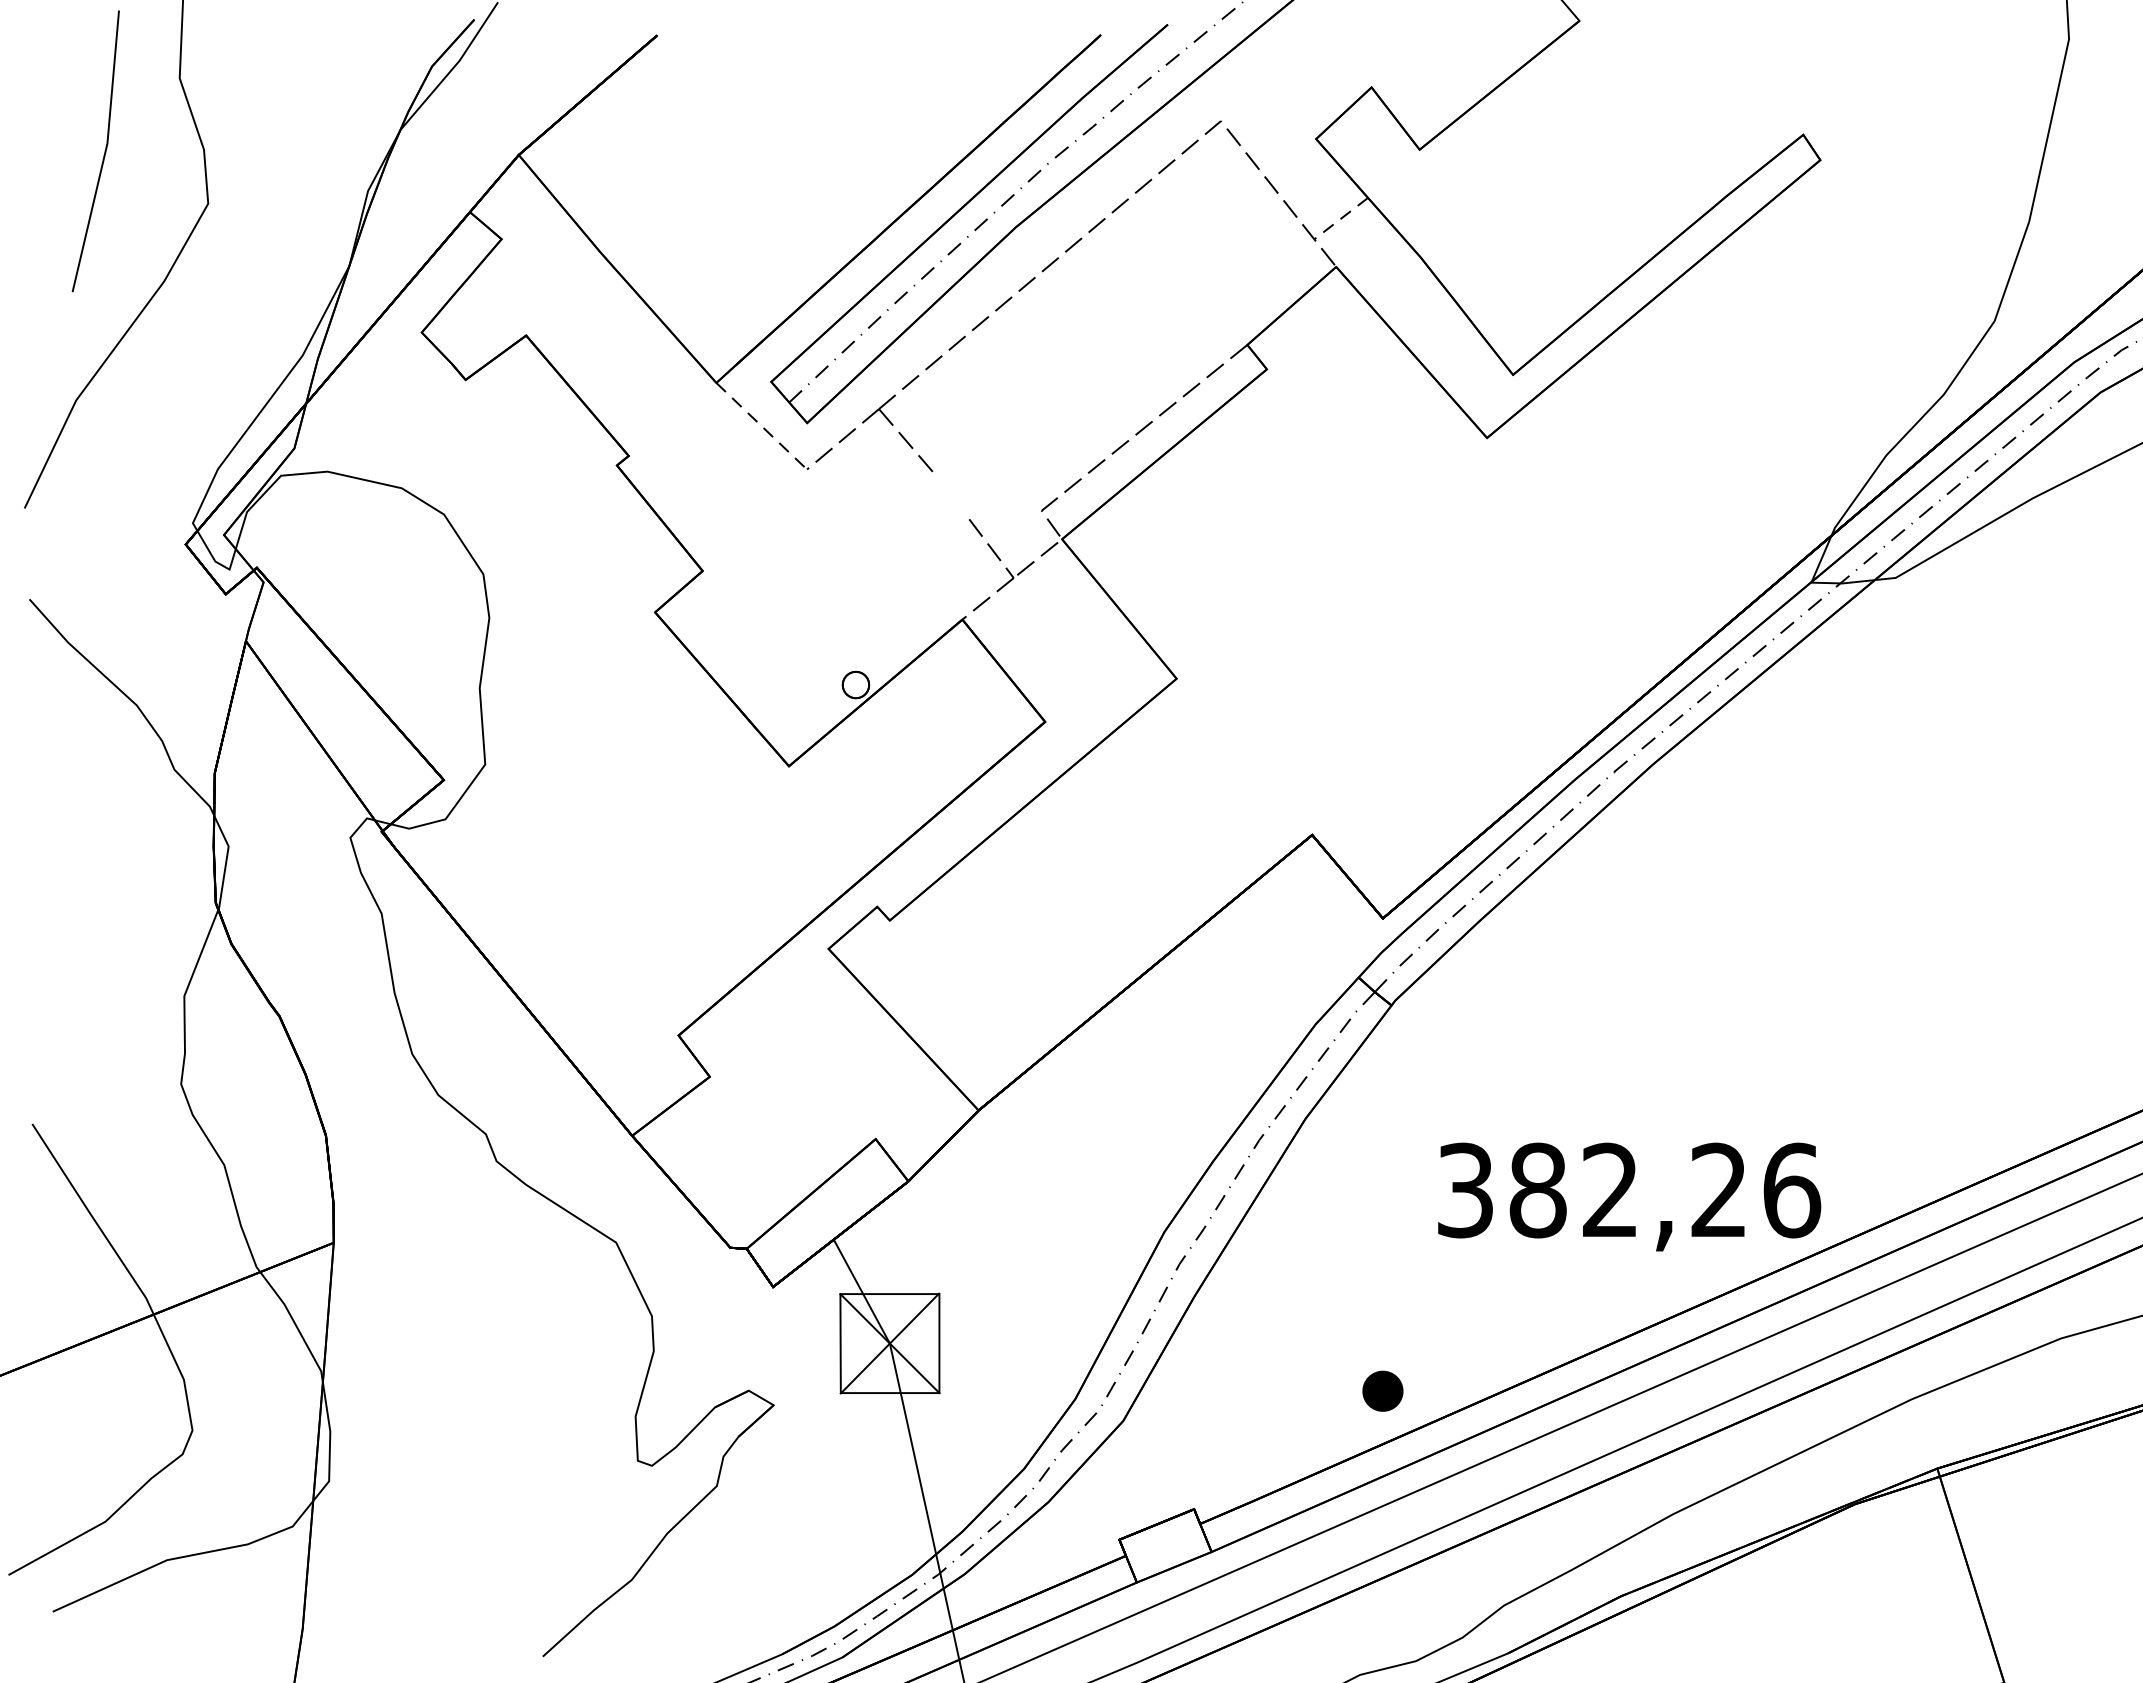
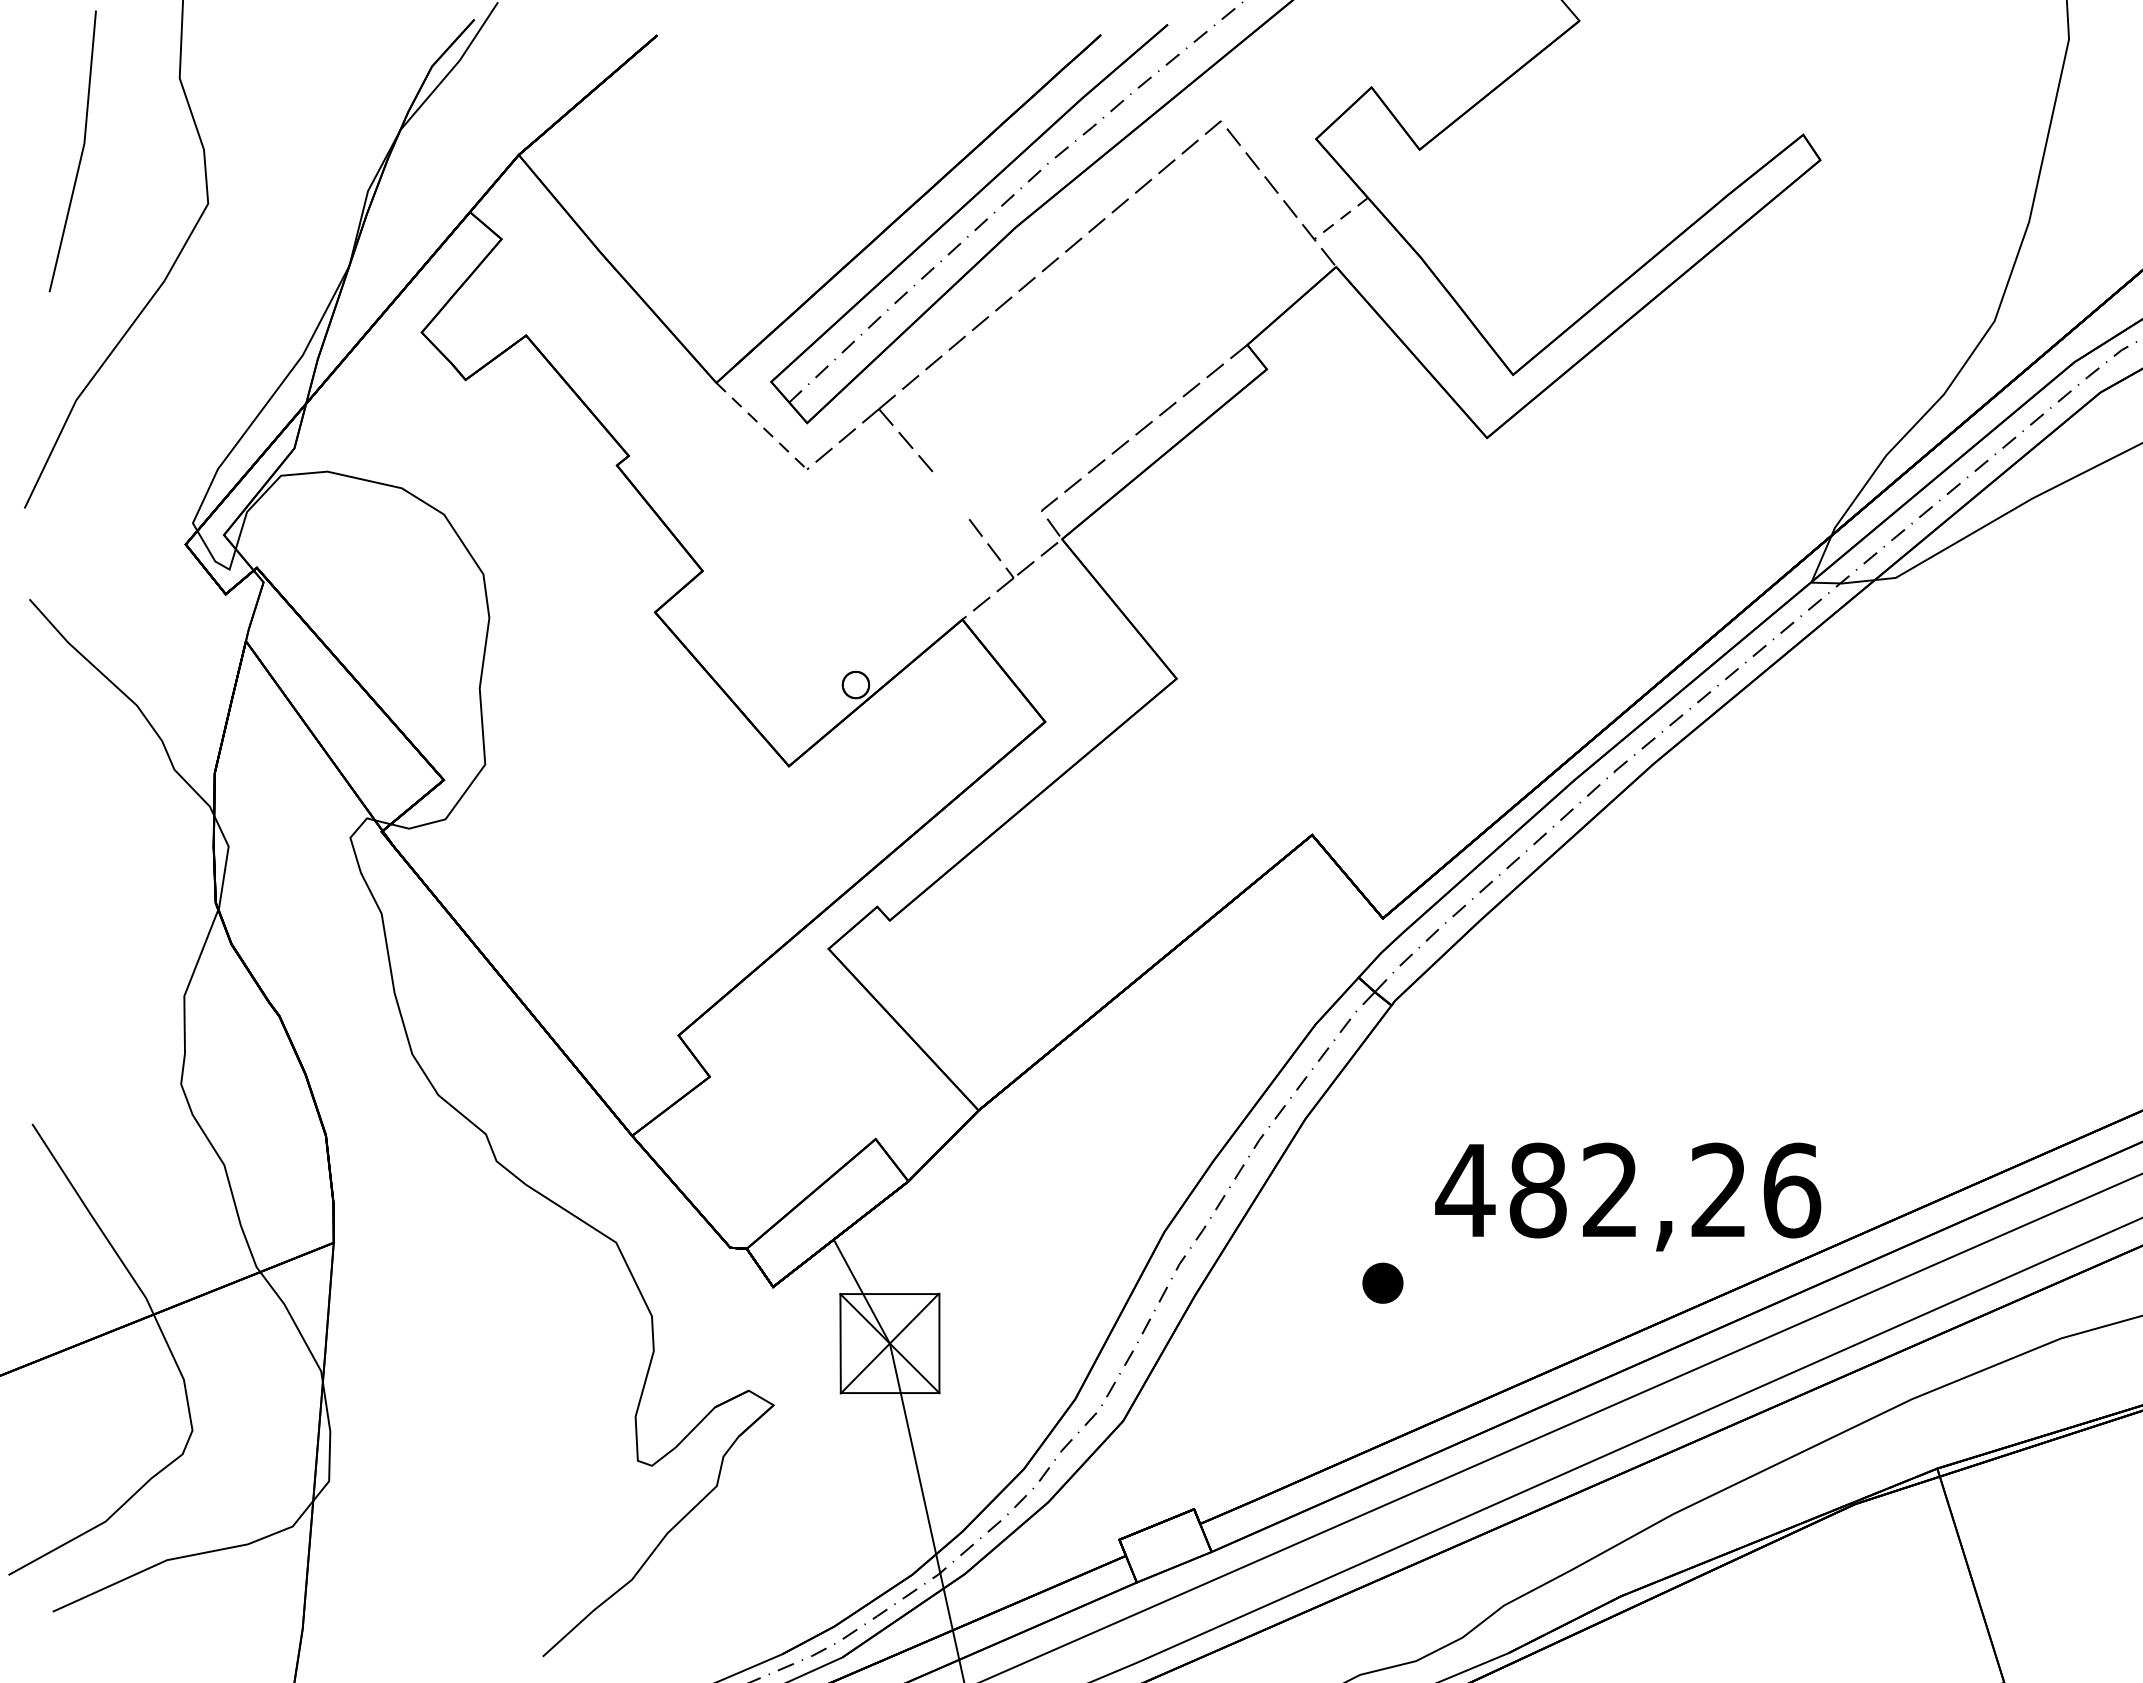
line at (103, 155) position: (103, 155) -> (80, 155)
text at (1465, 1190): 382,26 -> 482,26
part at (1382, 1390) position: (1382, 1390) -> (1382, 1282)
